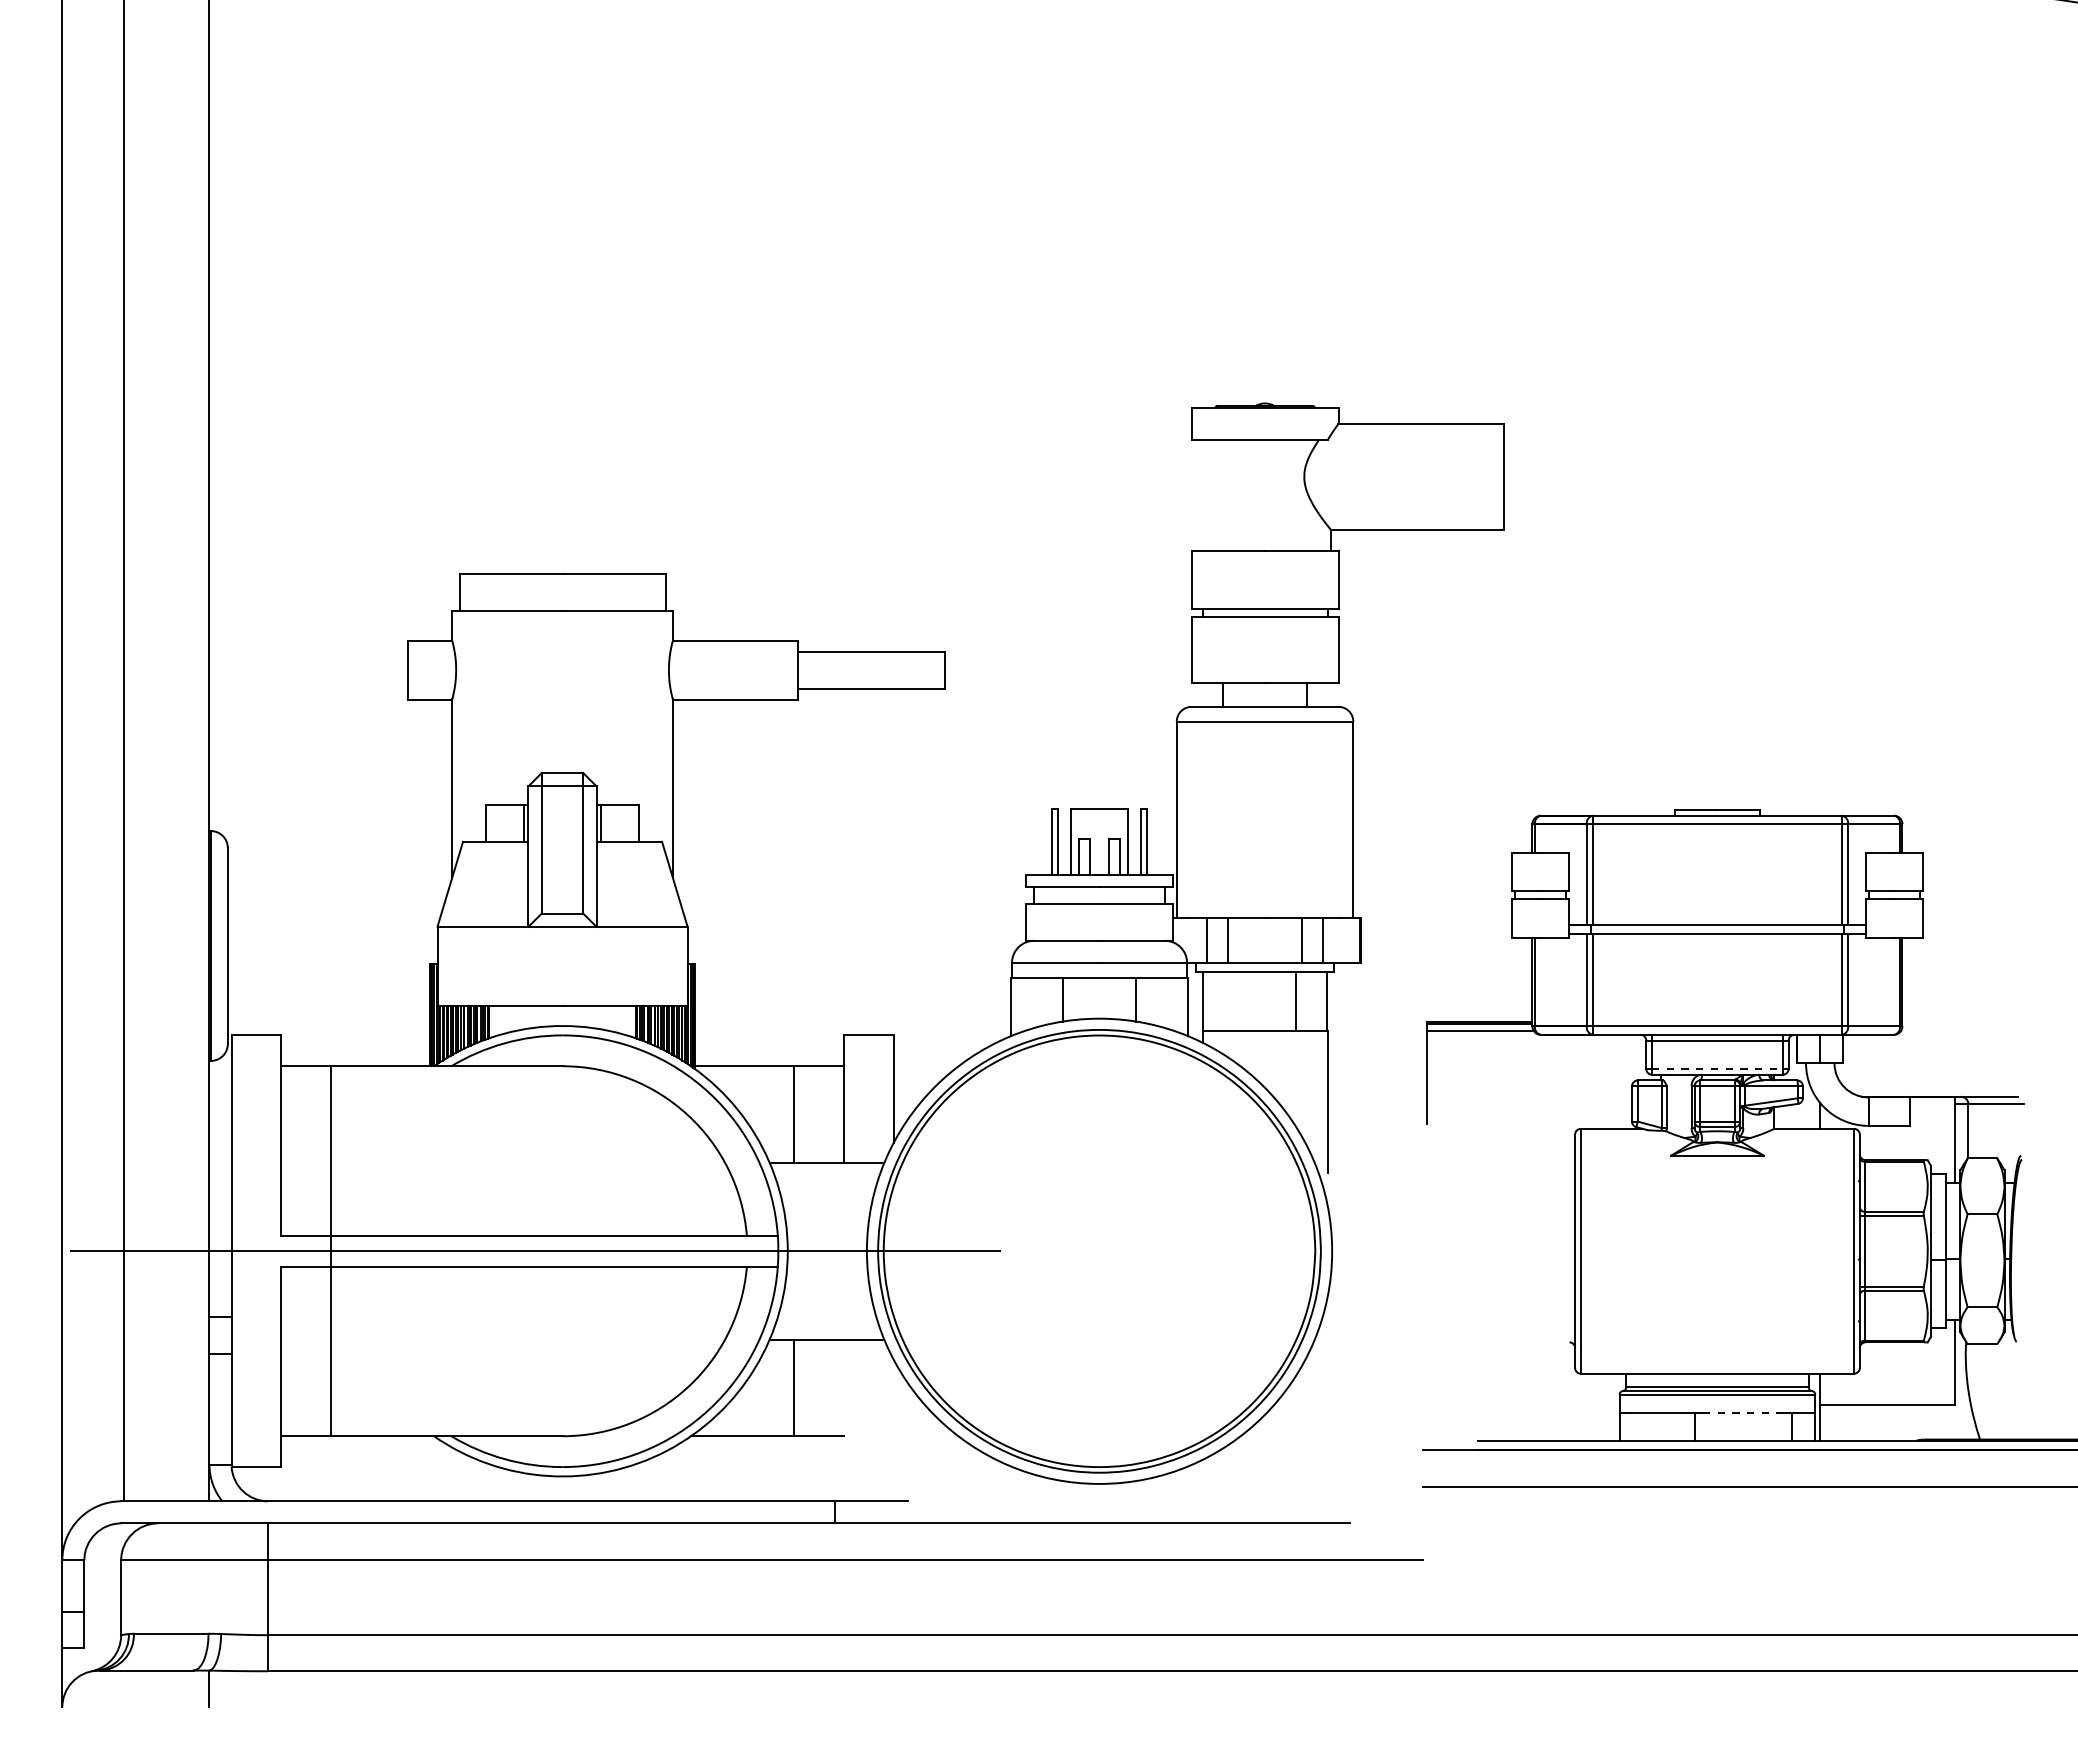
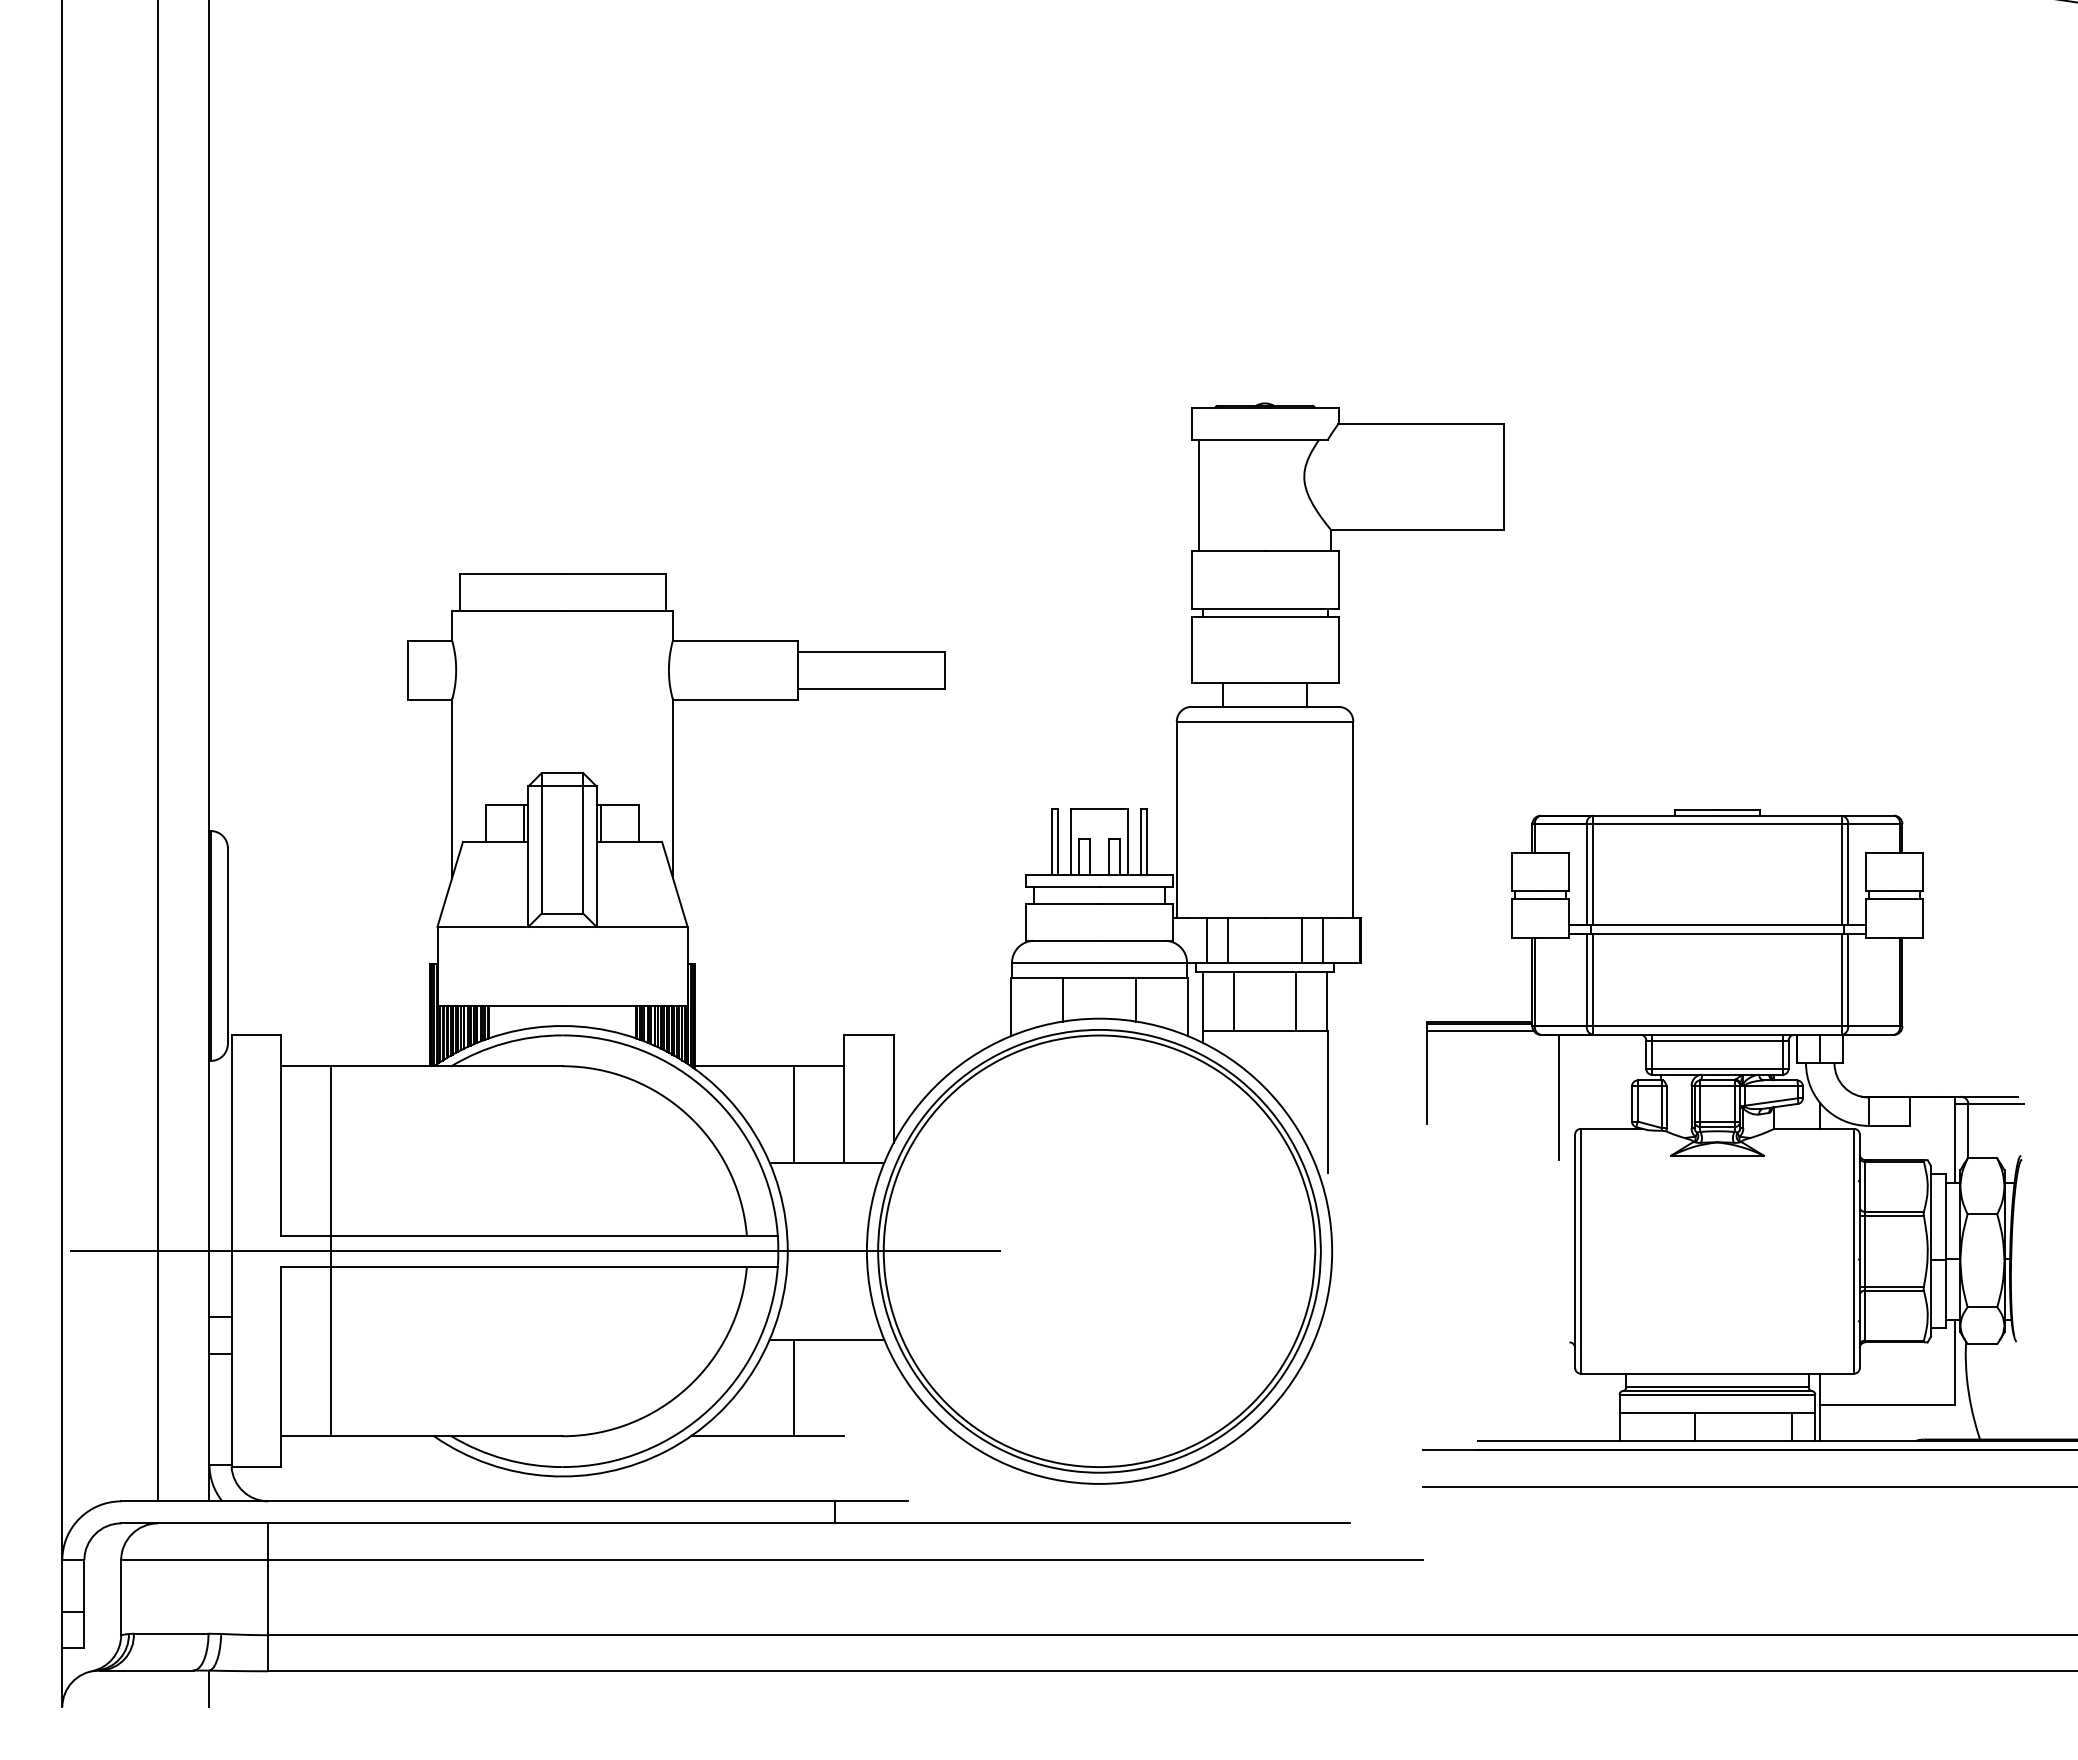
line at (1198, 495): none -> present
line at (123, 751) position: (123, 751) -> (157, 751)
line at (1234, 1000): none -> present
line at (1717, 1069): dashed -> solid
line at (1559, 1097): none -> present
line at (1743, 1413): dashed -> solid
